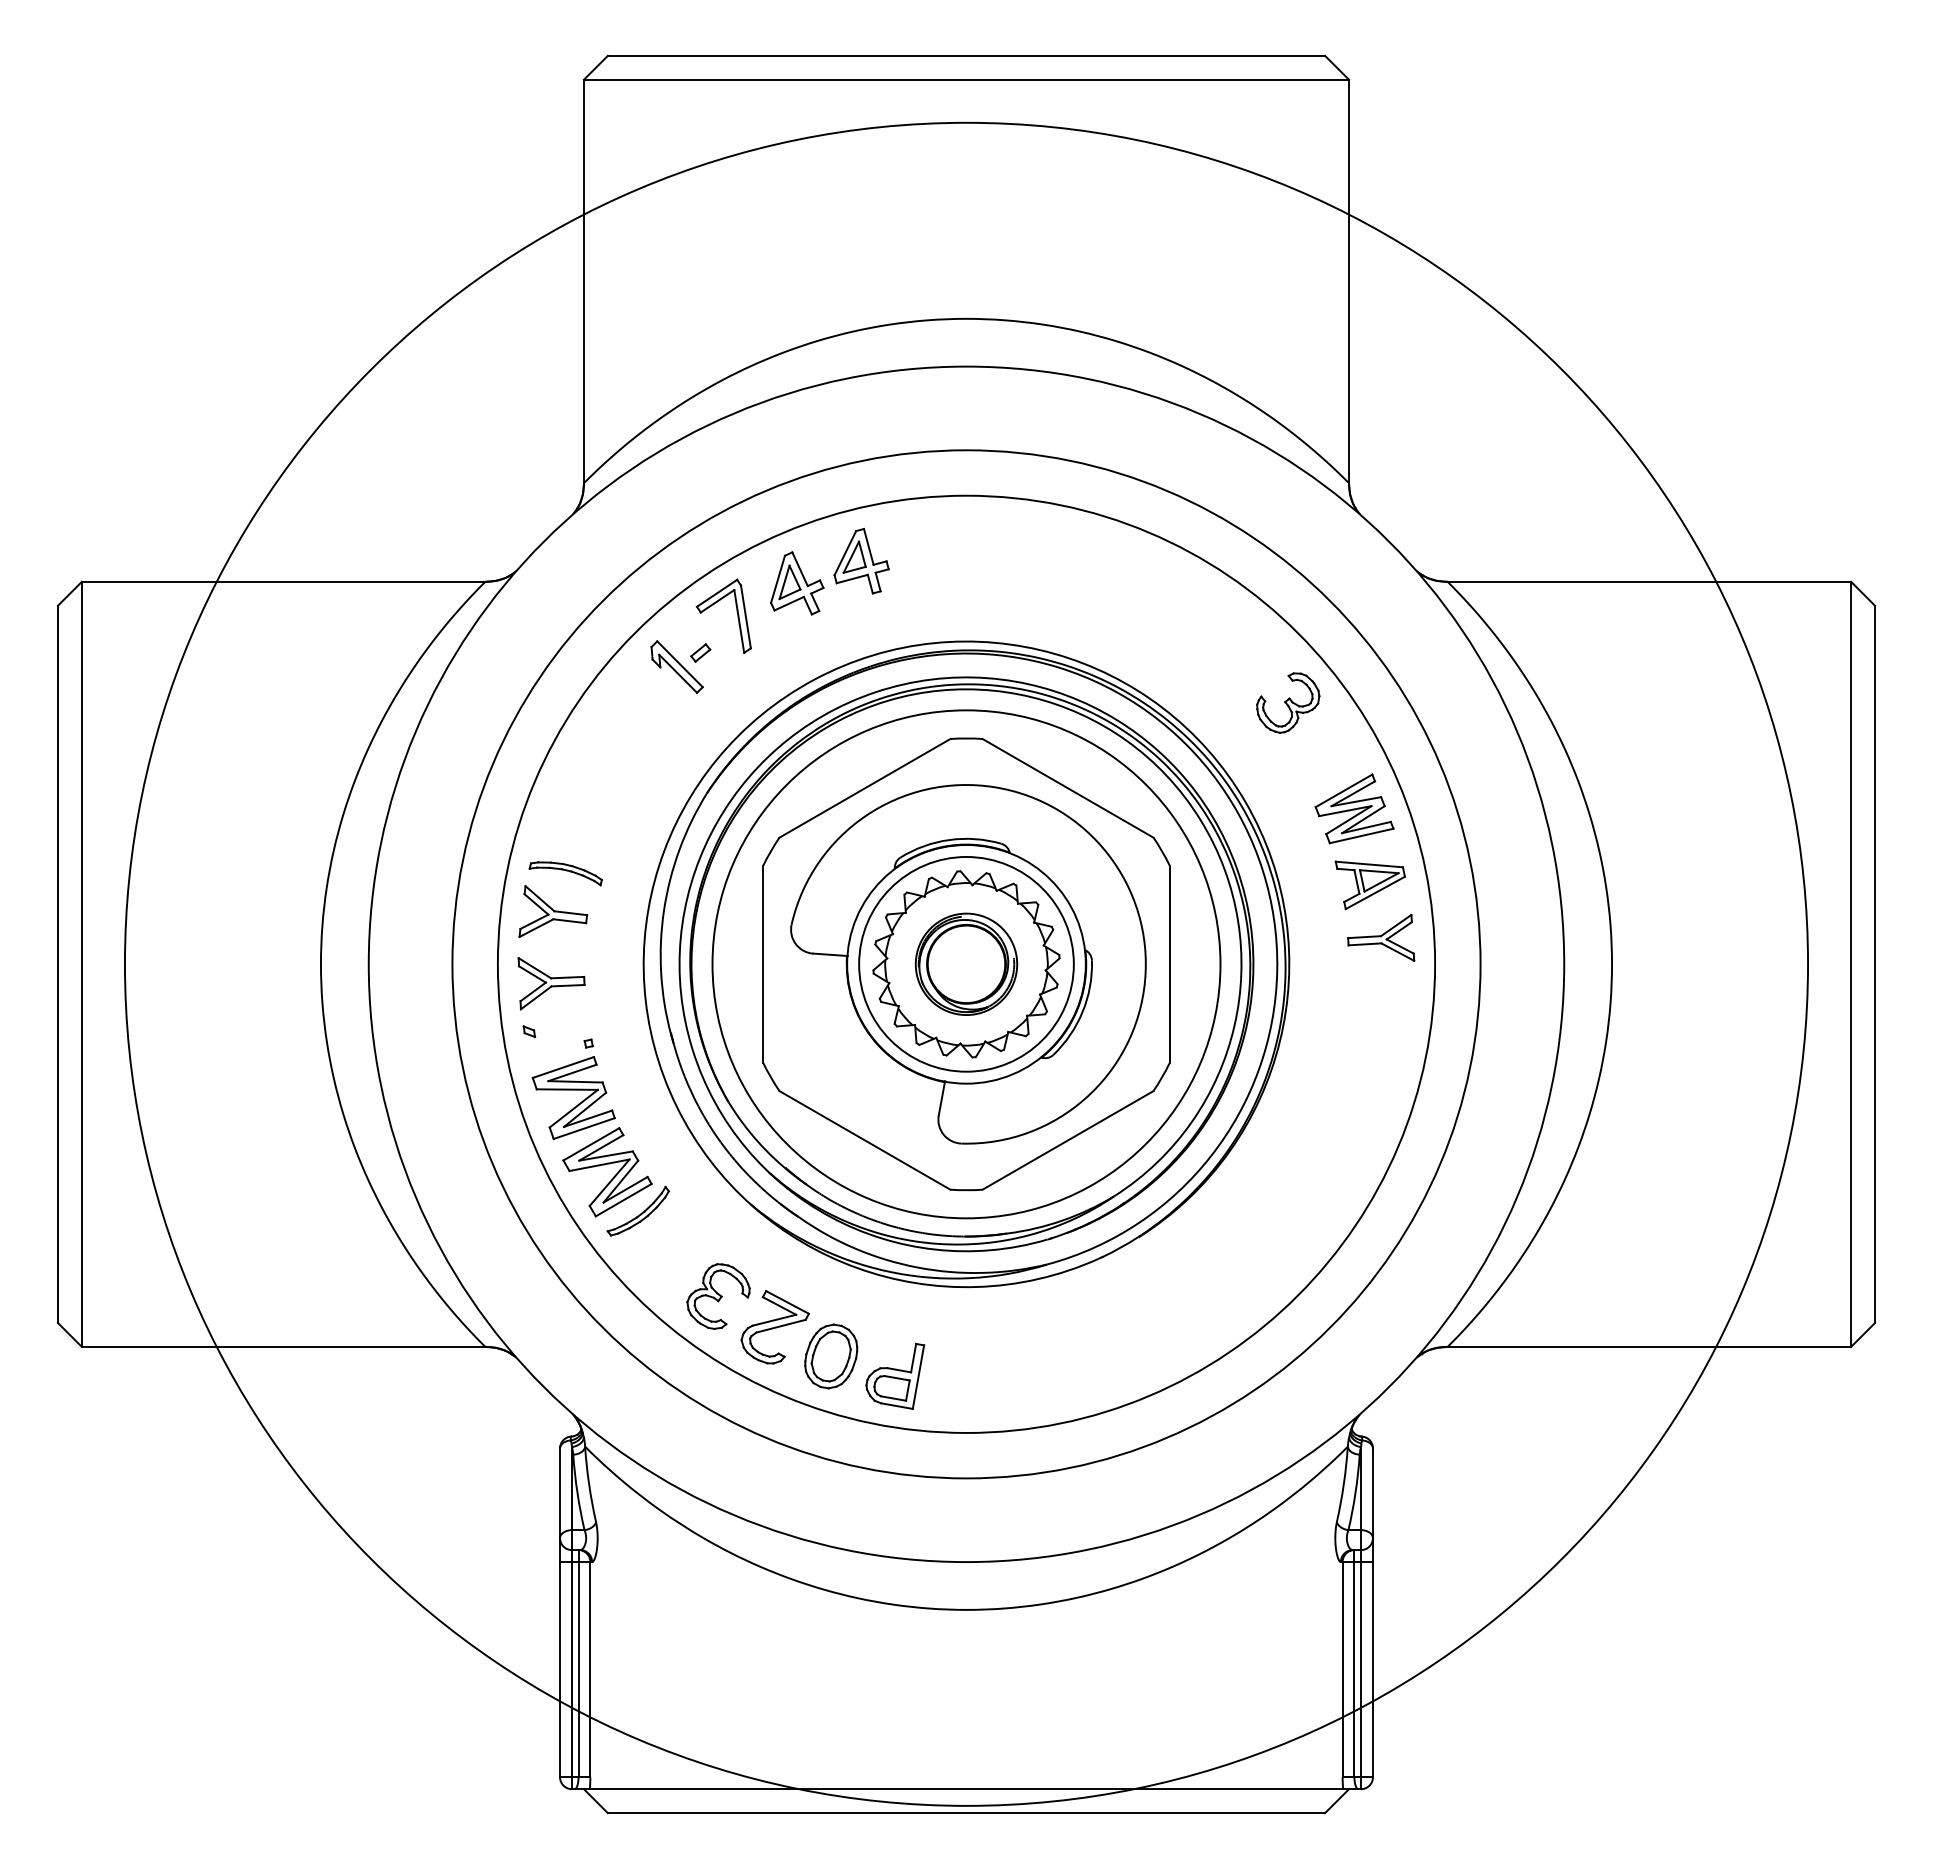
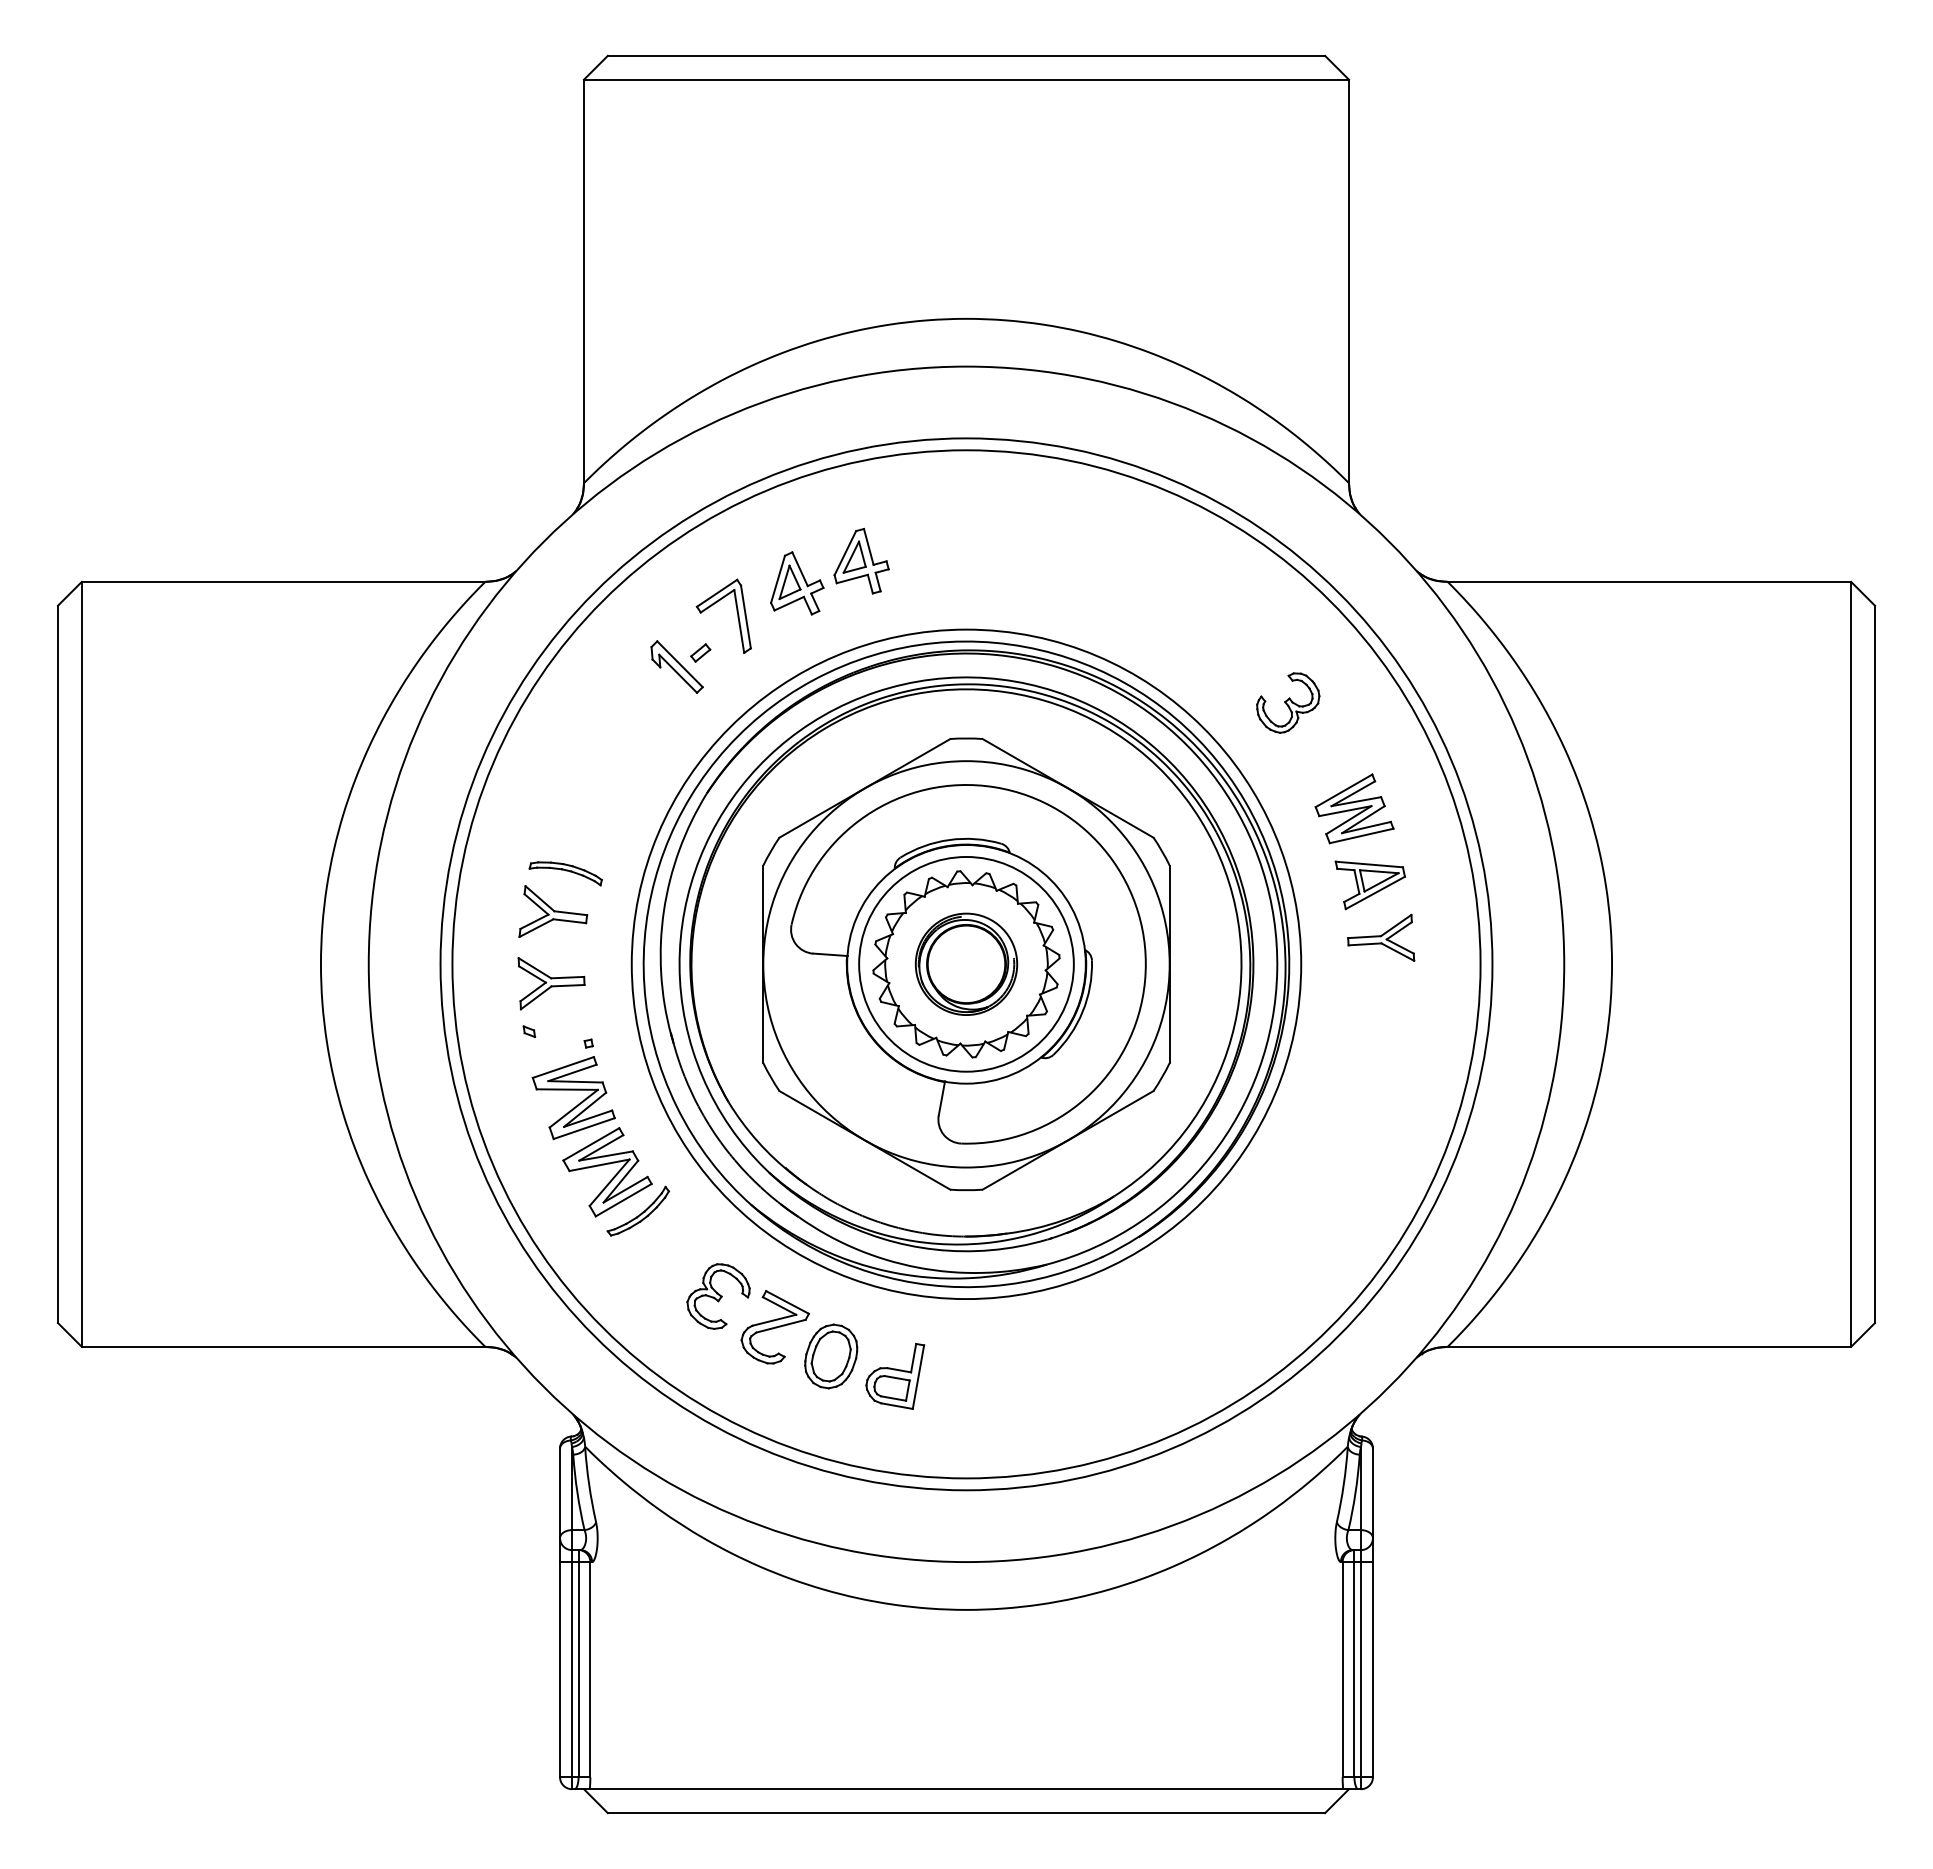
circle at (966, 963) diameter: 1683 px -> 1052 px
circle at (966, 963) diameter: 937 px -> 669 px
circle at (966, 964) diameter: 508 px -> 406 px
